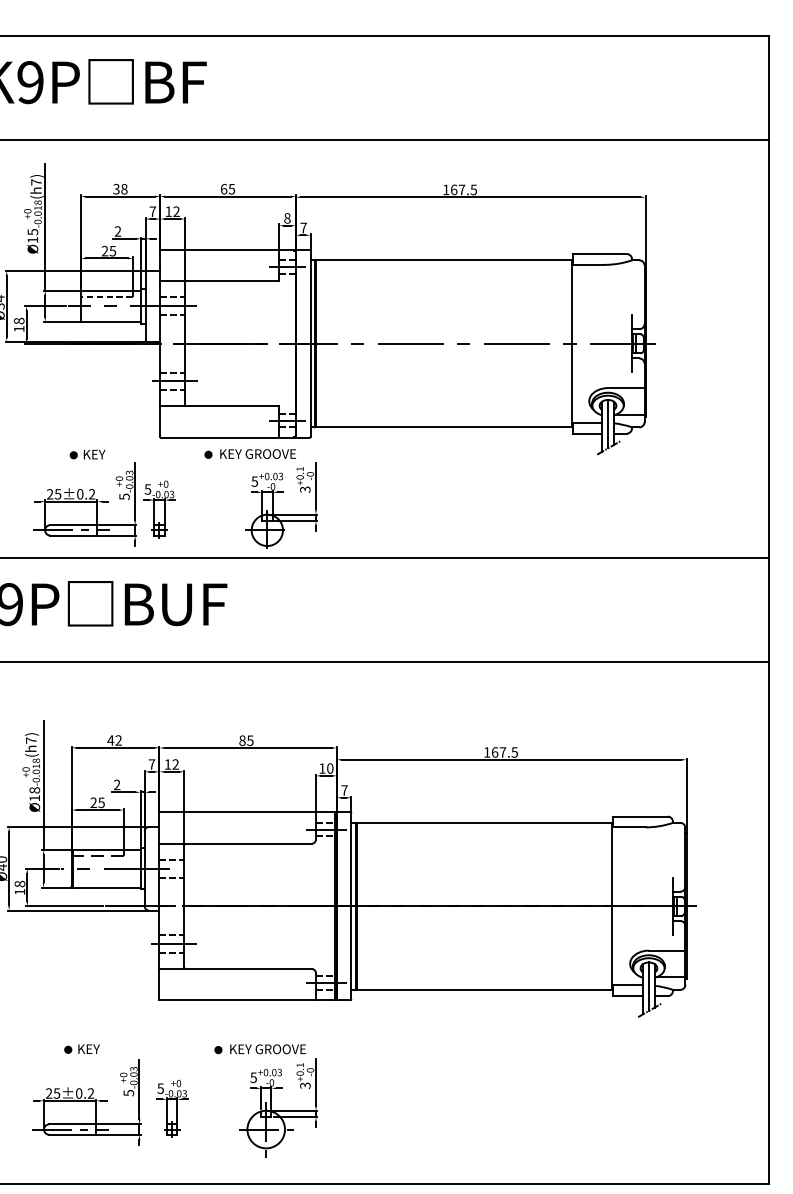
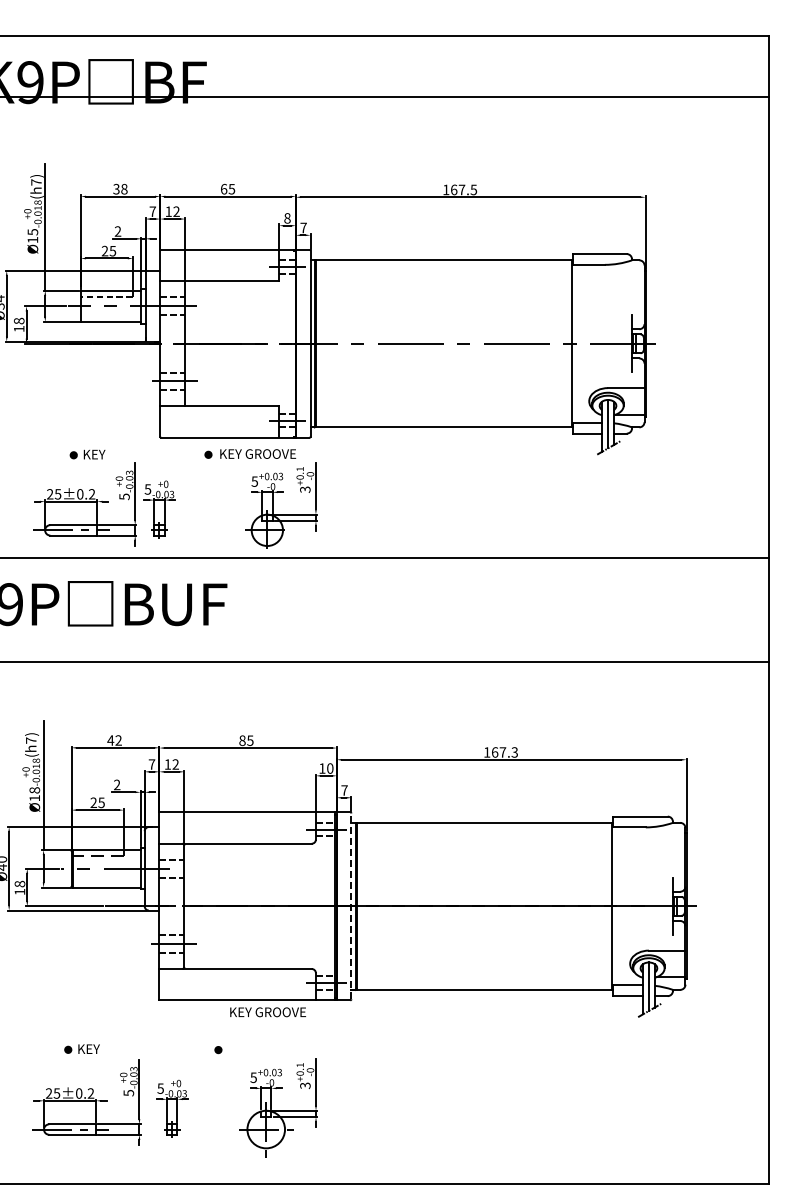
line at (385, 140) position: (385, 140) -> (385, 97)
text at (514, 752): 167.5 -> 167.3
line at (351, 906): solid -> dashed
text at (267, 1049) position: (267, 1049) -> (267, 1012)
